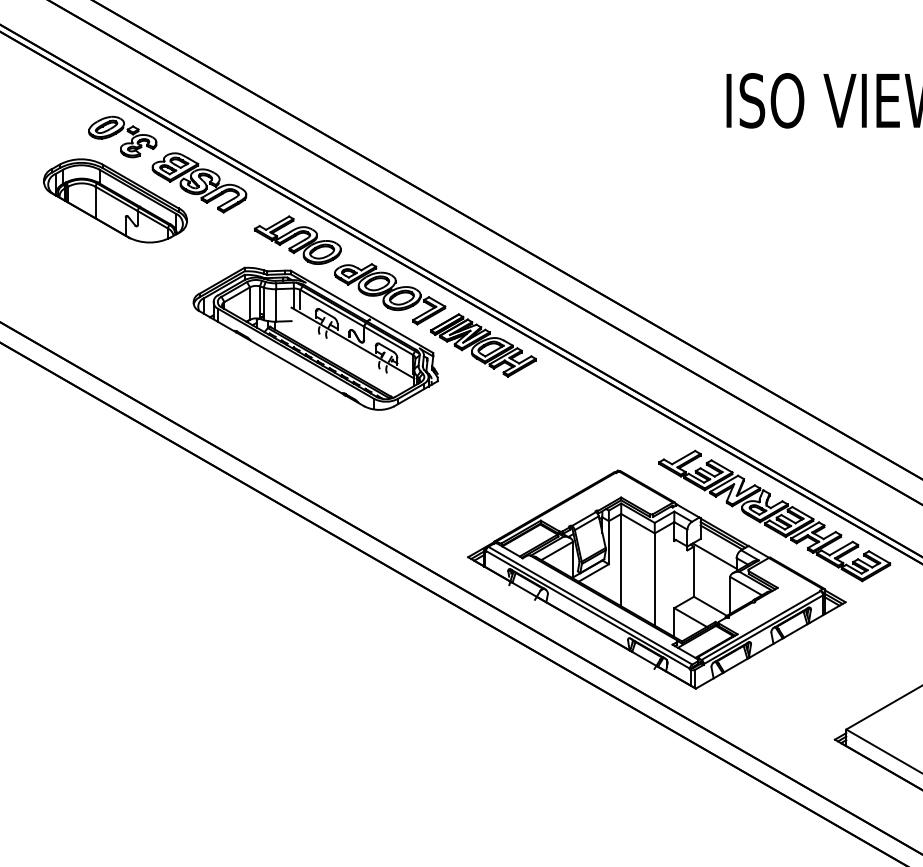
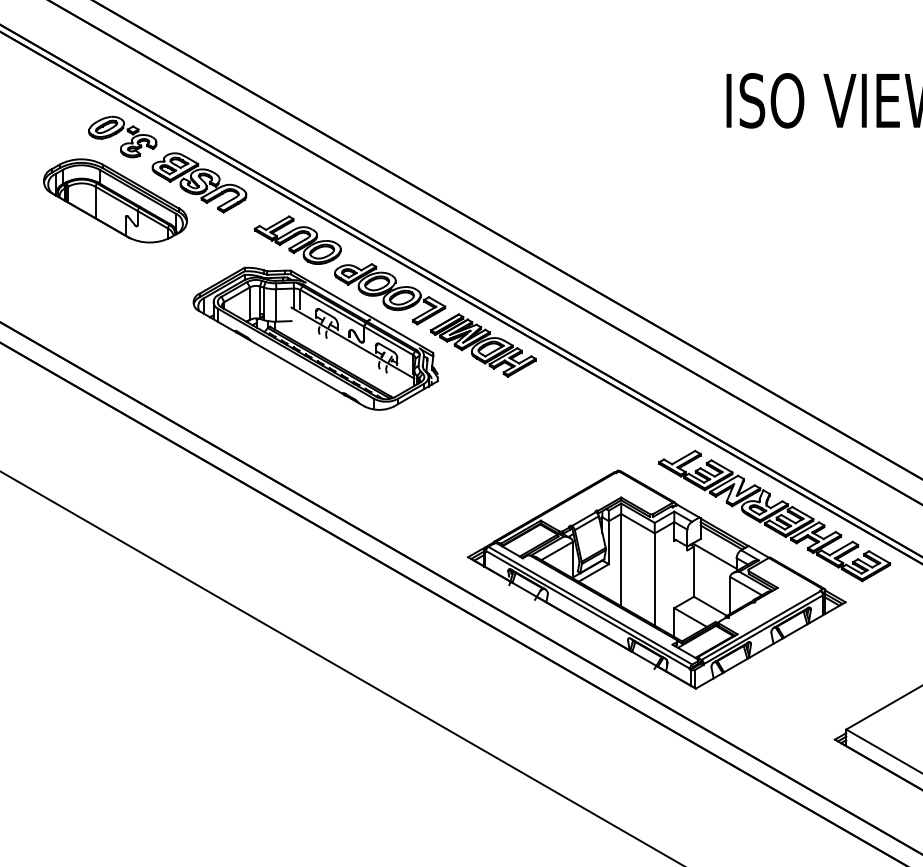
line at (341, 667): none -> present
